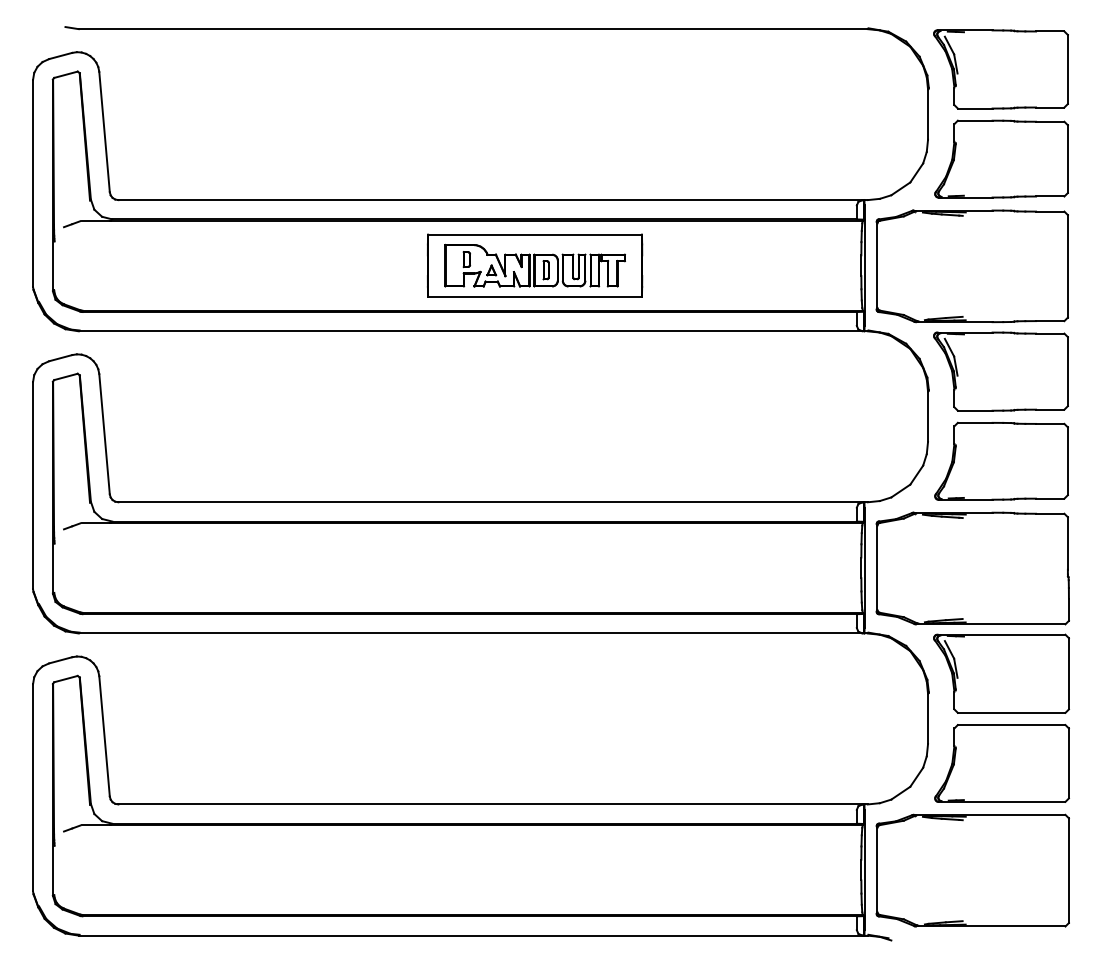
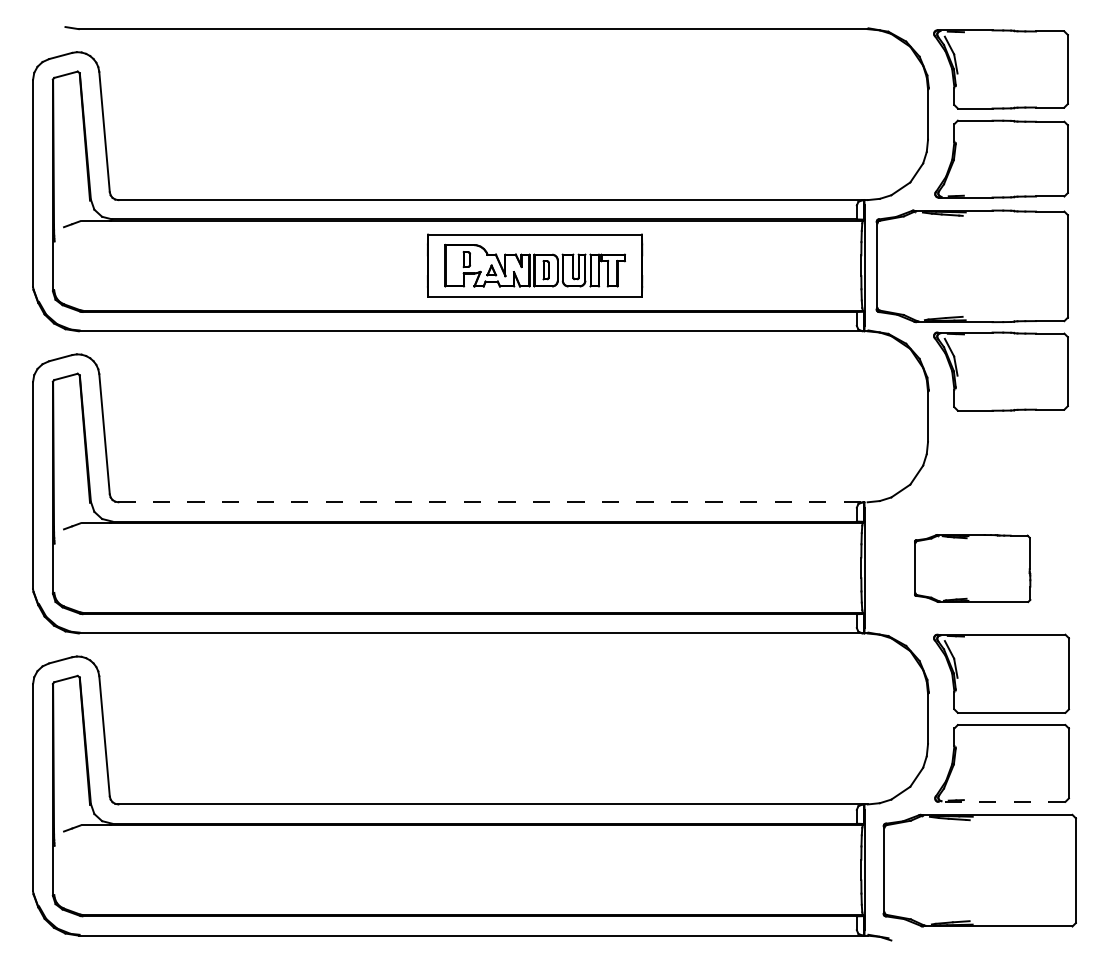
part at (1001, 460): present -> none
line at (493, 502): solid -> dashed
part at (972, 568) size: 195x115 px -> 118x70 px
line at (1001, 801): solid -> dashed
part at (972, 870) position: (972, 870) -> (979, 870)
